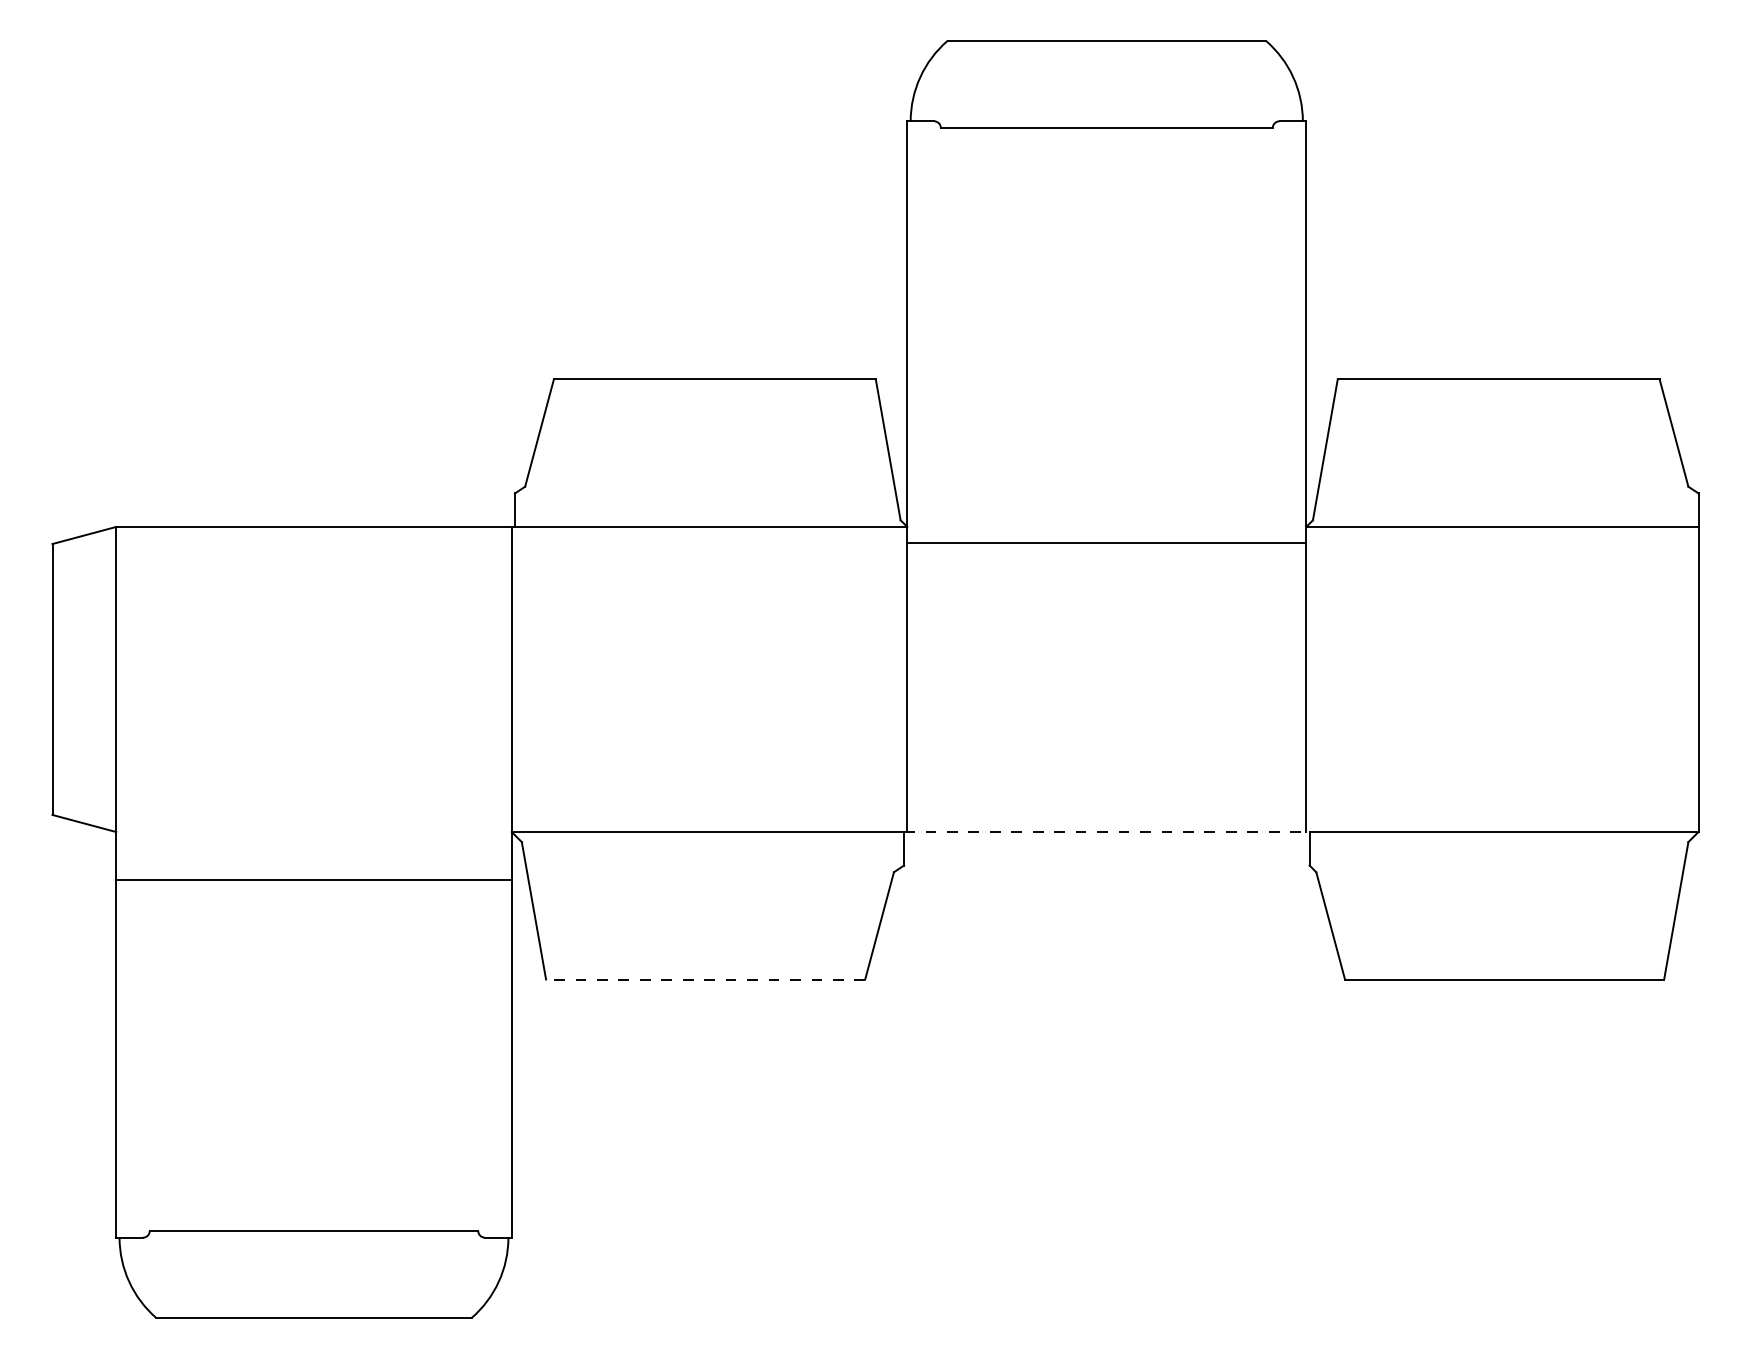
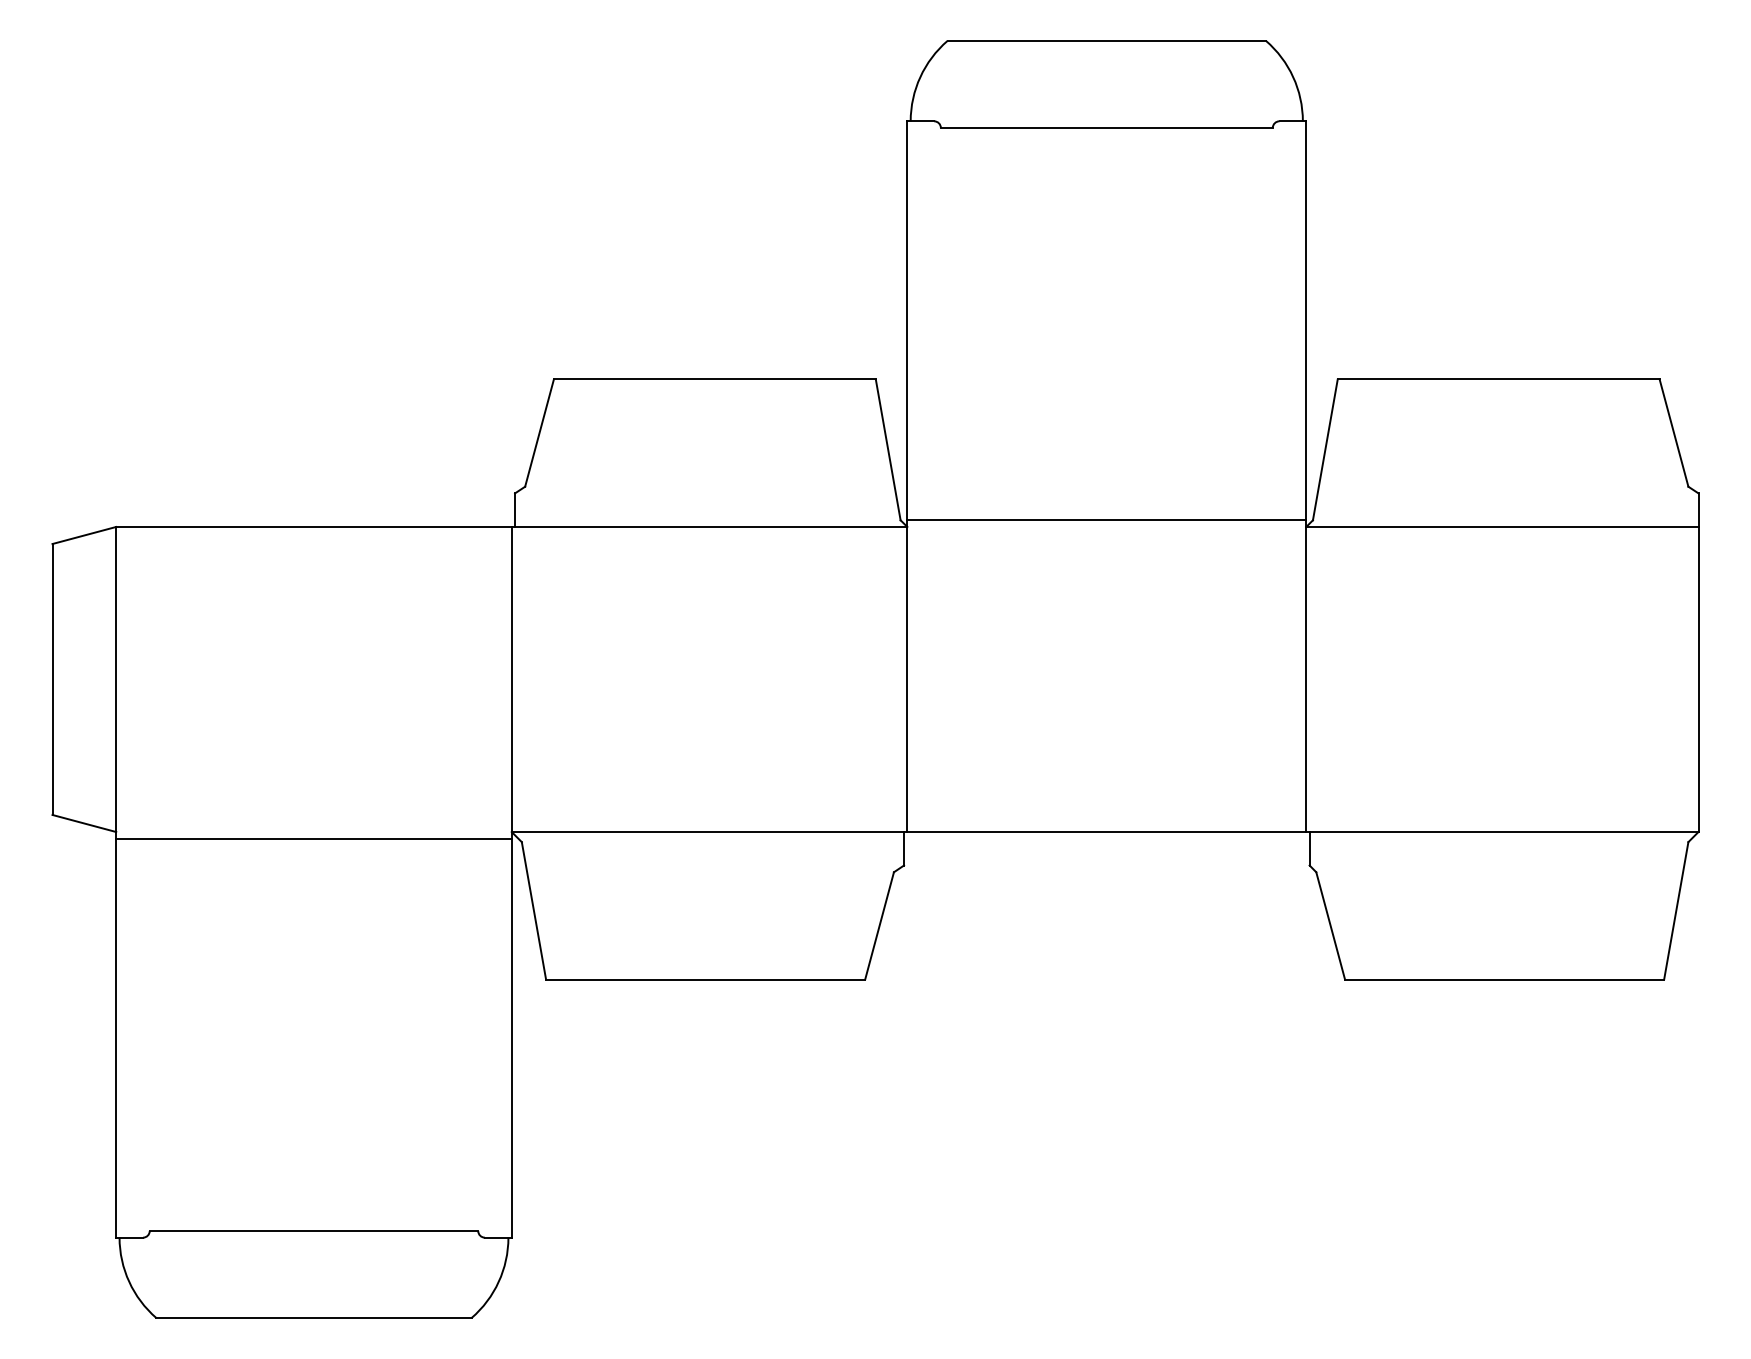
line at (1106, 543) position: (1106, 543) -> (1106, 520)
line at (1106, 832): dashed -> solid
line at (313, 879) position: (313, 879) -> (313, 838)
line at (705, 979): dashed -> solid
